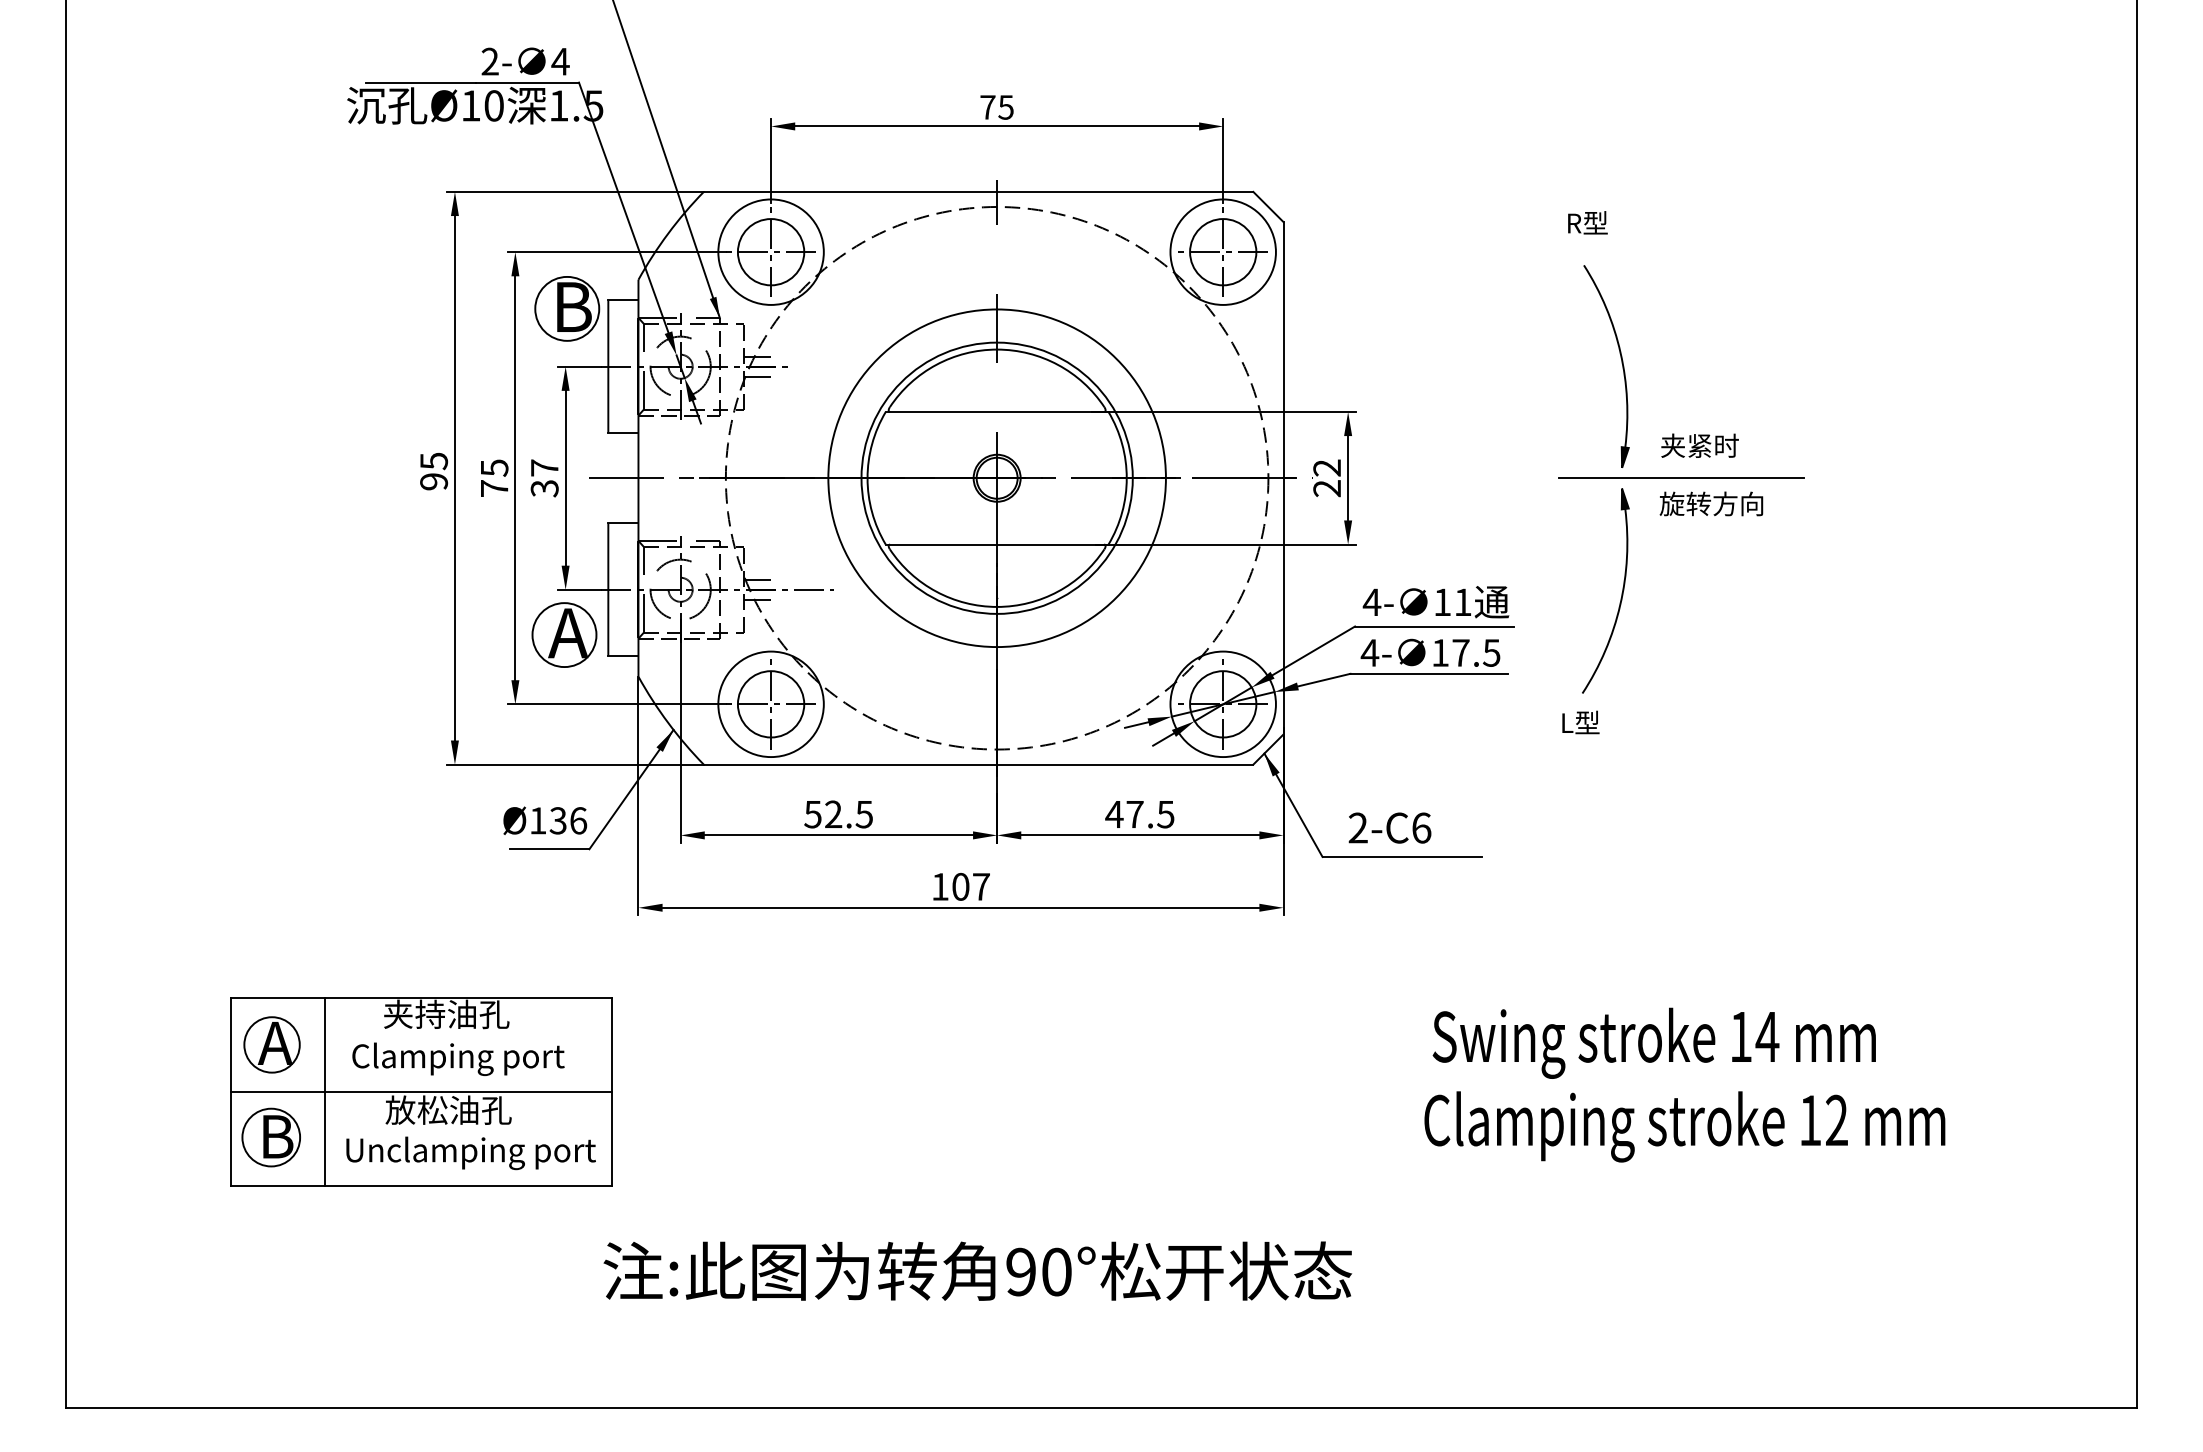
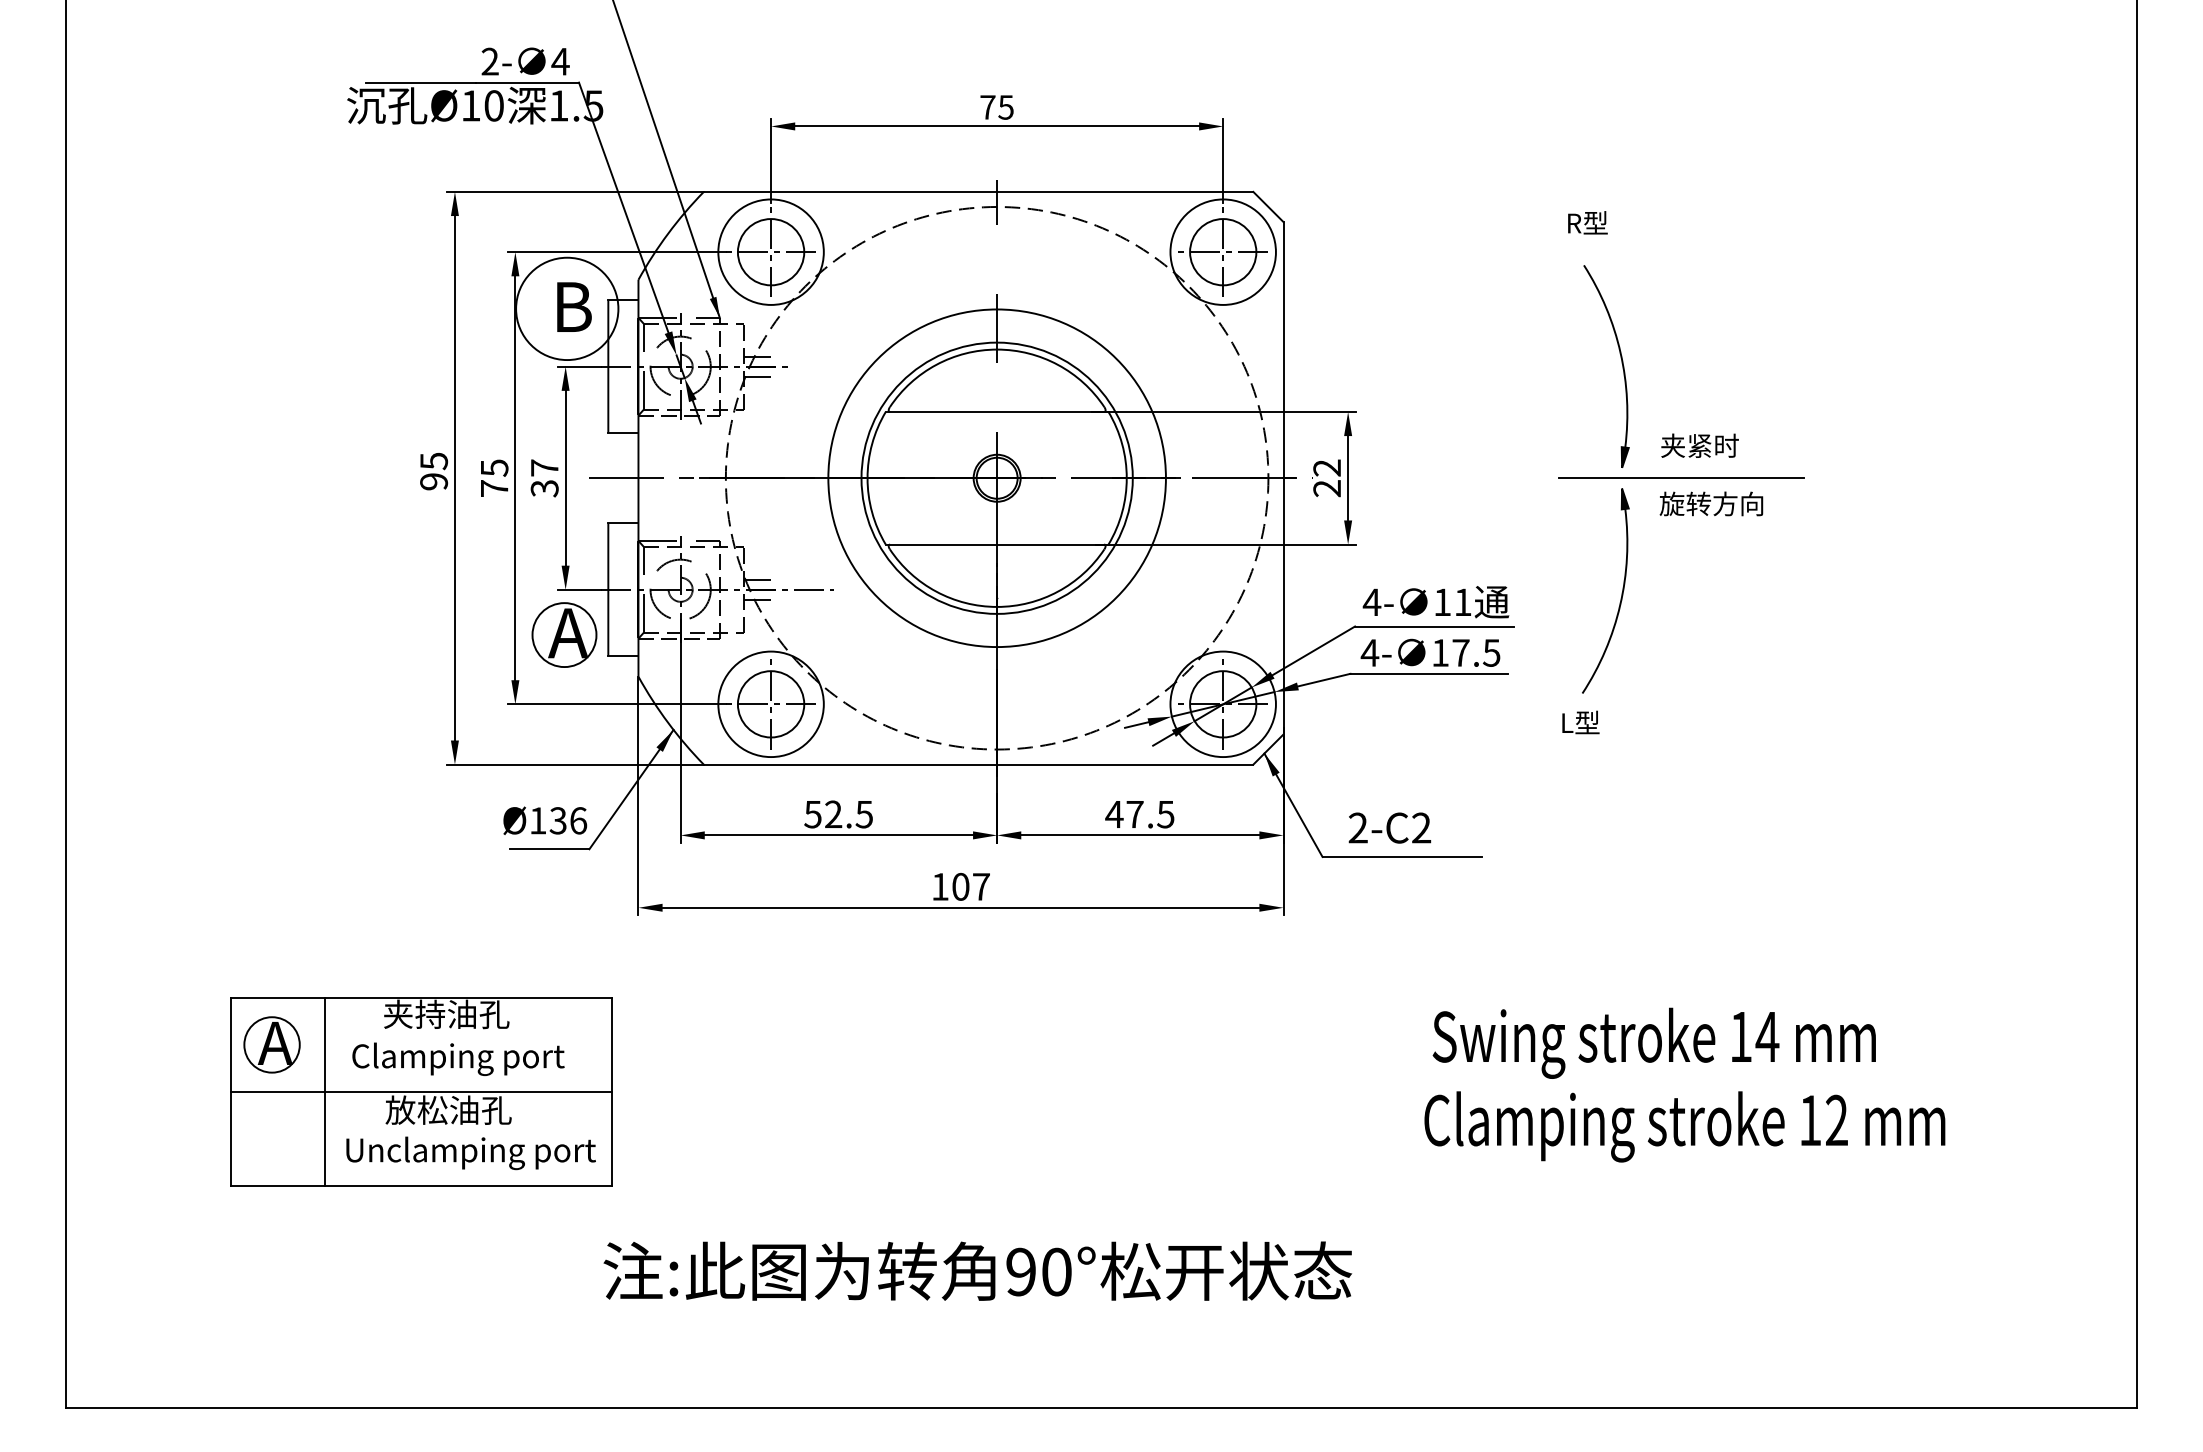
circle at (567, 308) diameter: 64 px -> 102 px
text at (1421, 827): 2-C6 -> 2-C2
part at (270, 1137): present -> none
